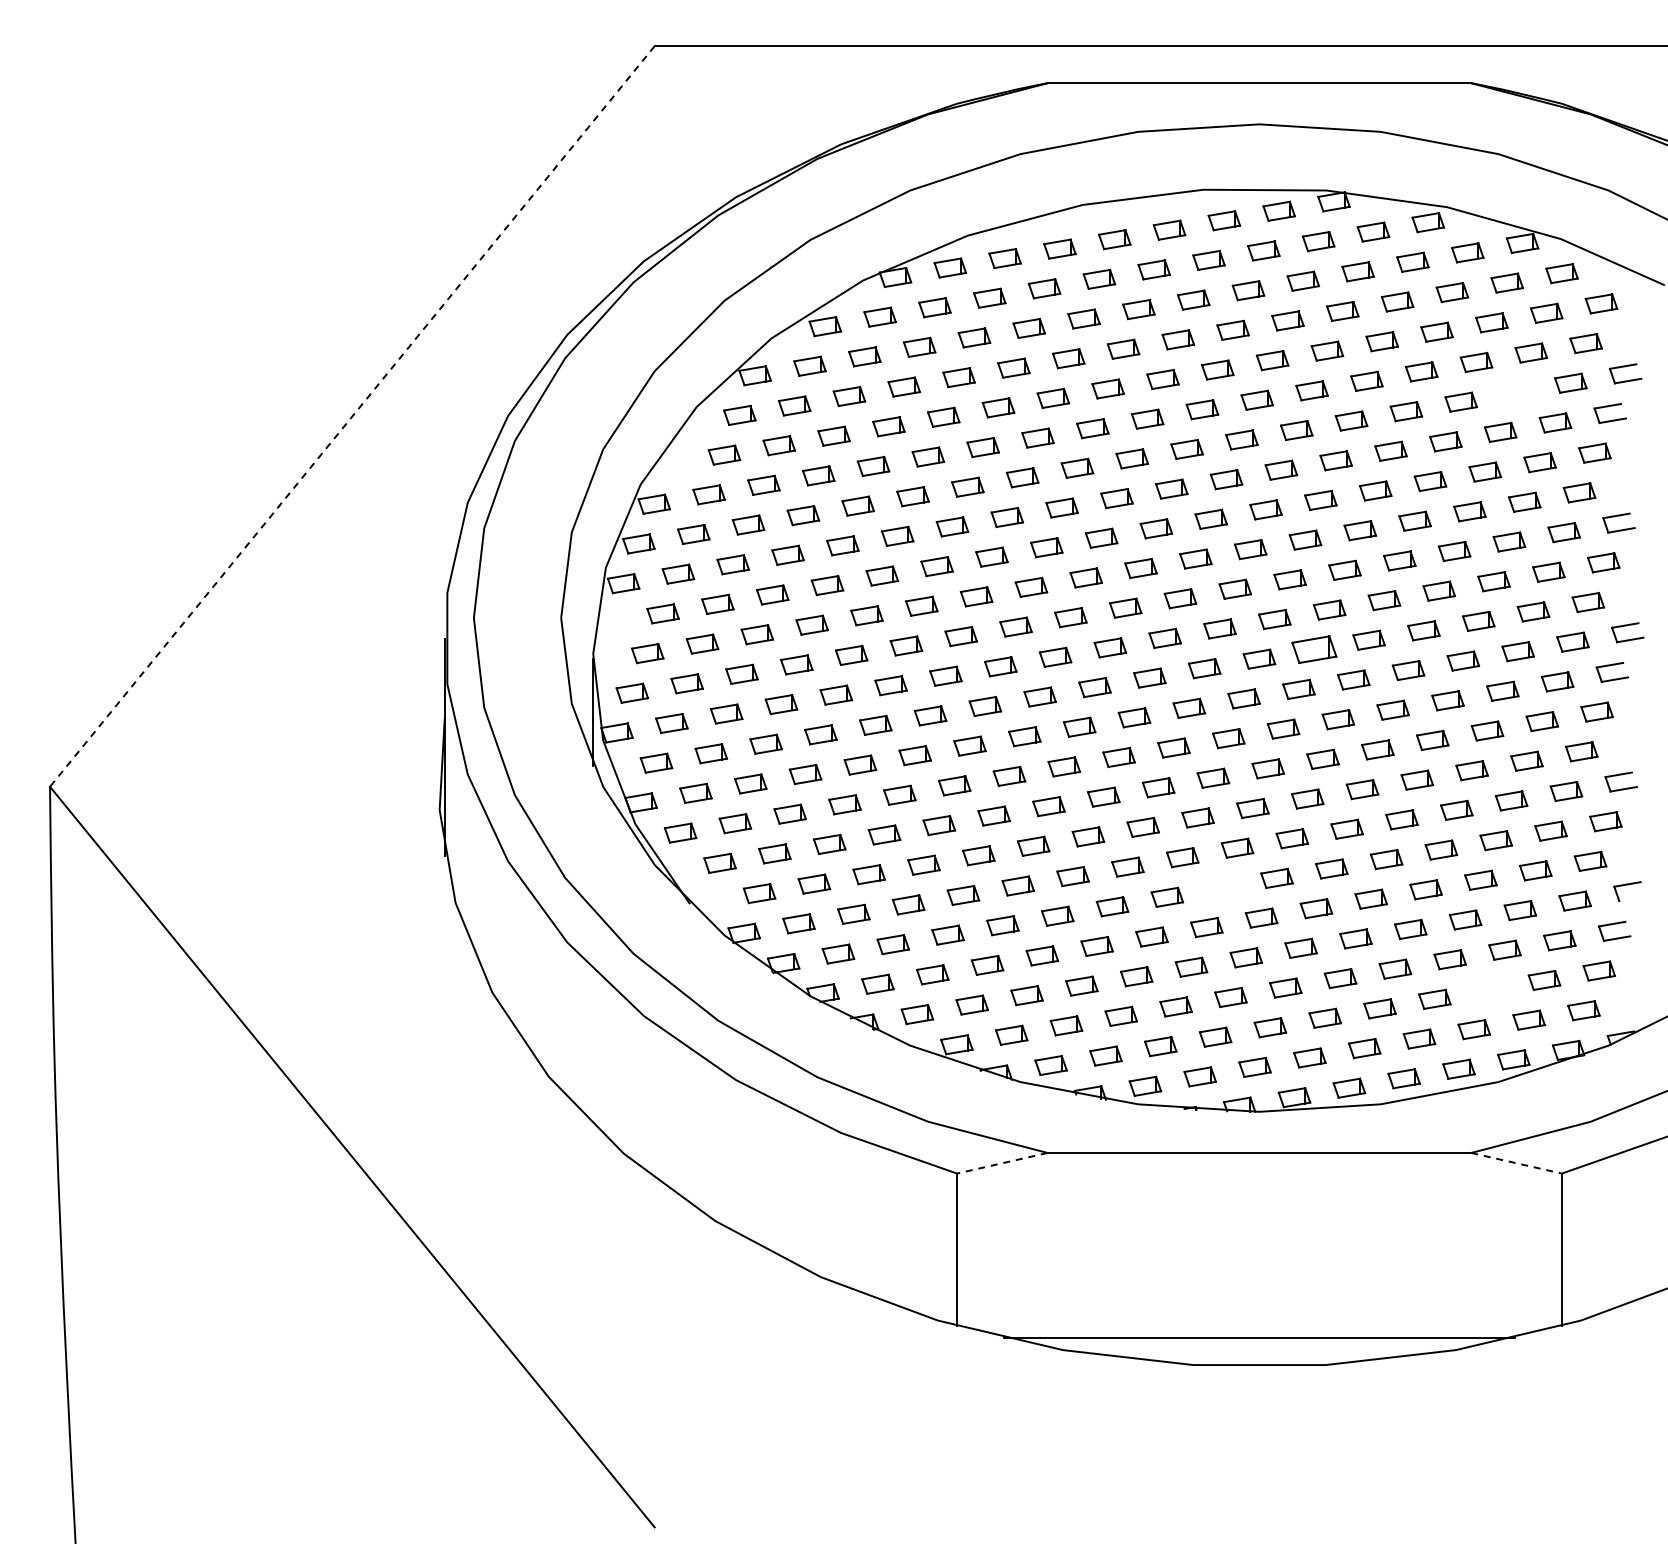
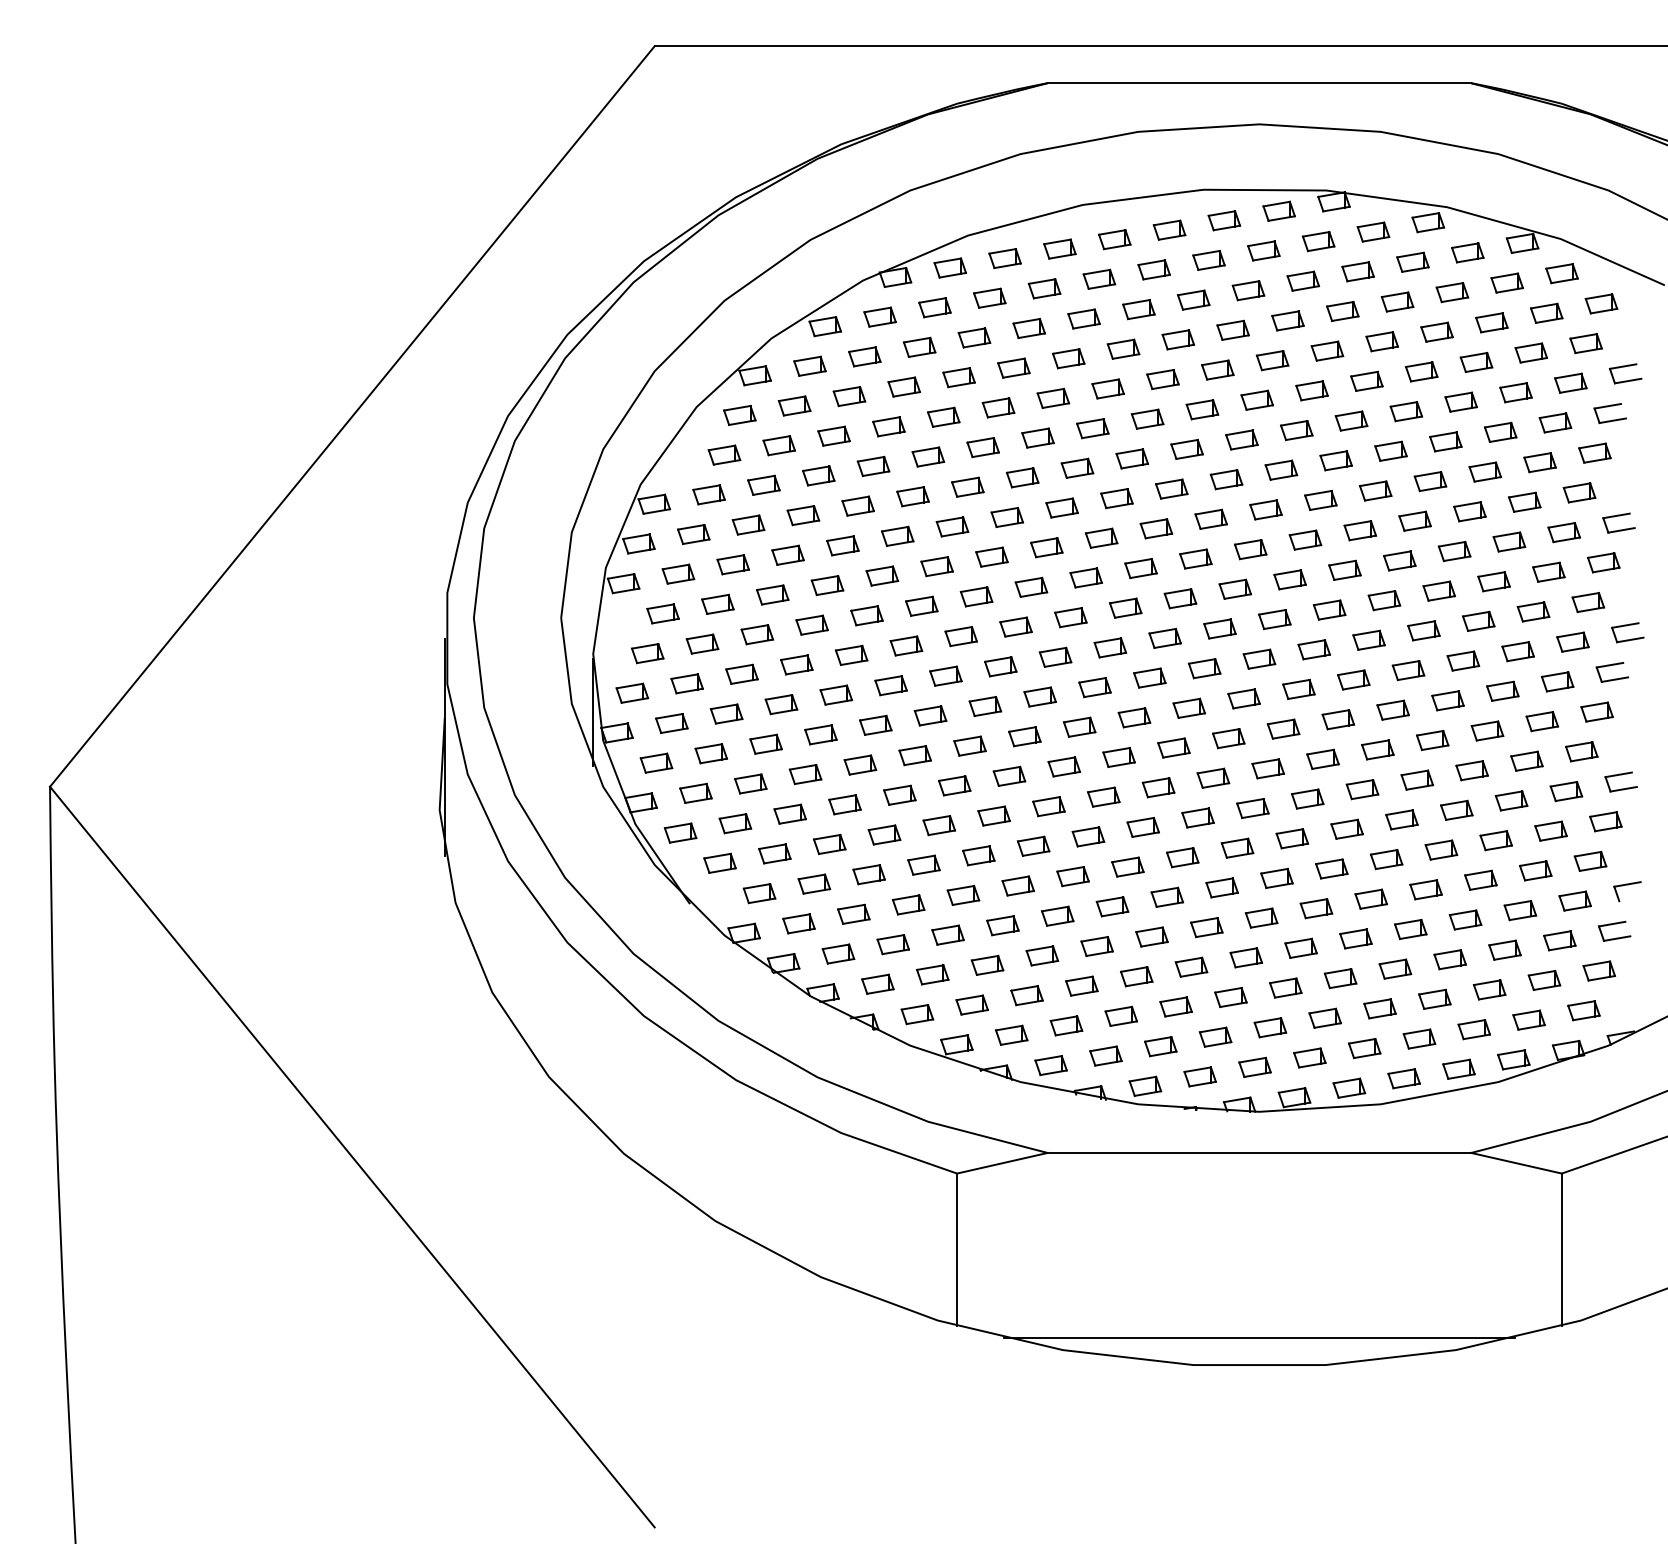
part at (1515, 392): none -> present
line at (352, 416): dashed -> solid
part at (1314, 649) size: 47x29 px -> 34x22 px
part at (1221, 887): none -> present
part at (1489, 989): none -> present
line at (1001, 1163): dashed -> solid
line at (1517, 1163): dashed -> solid
